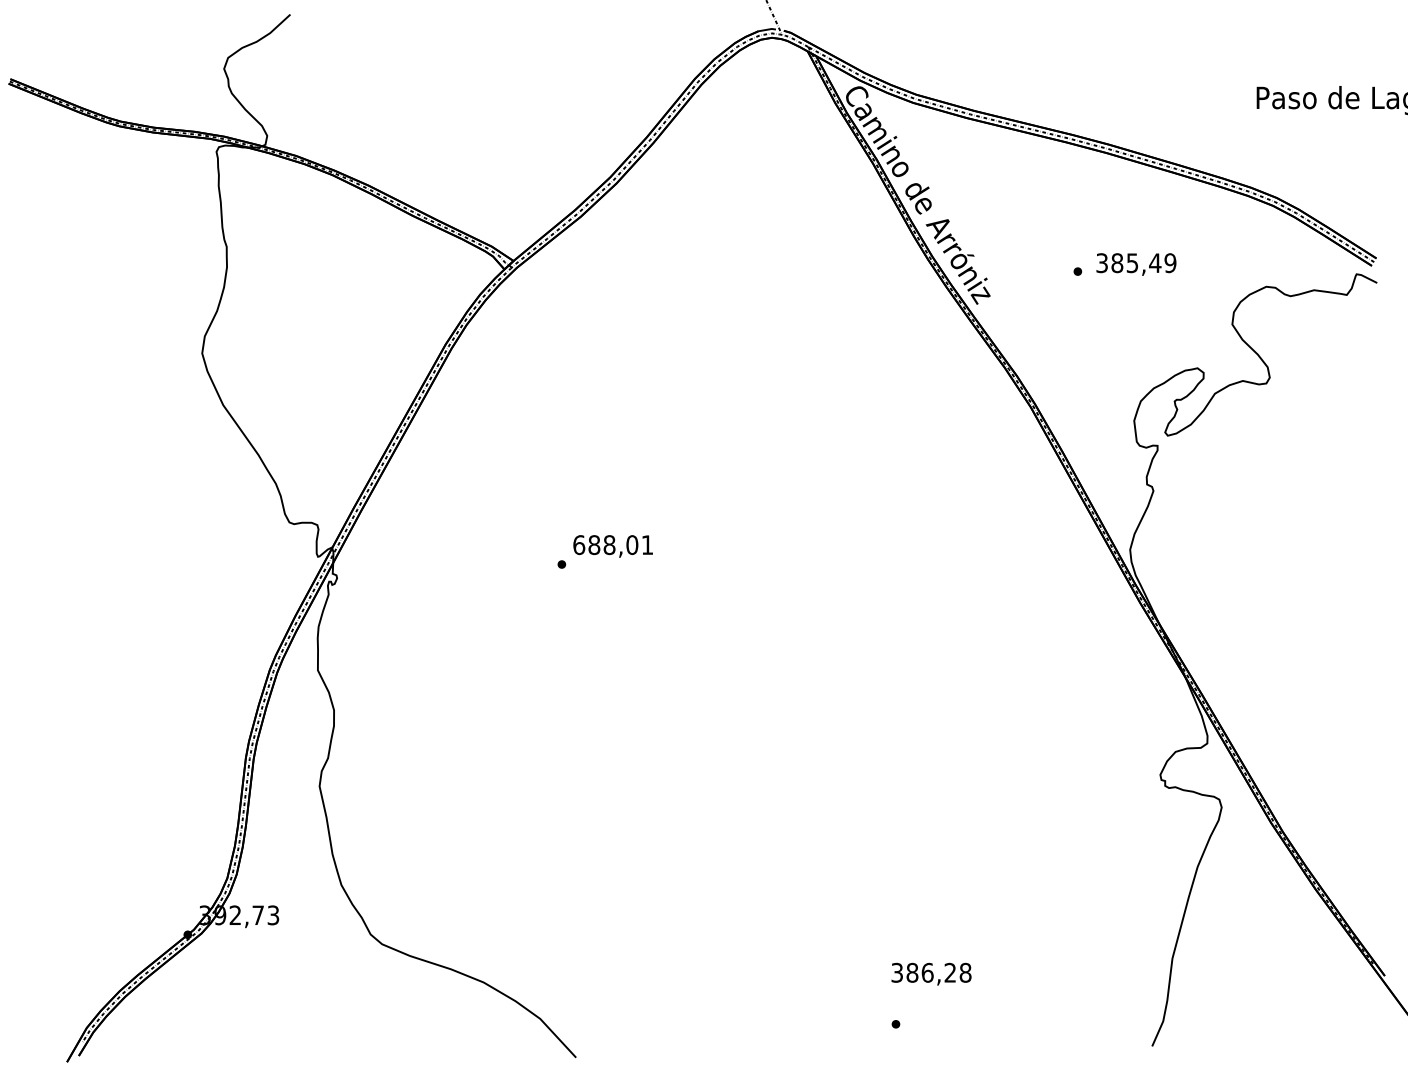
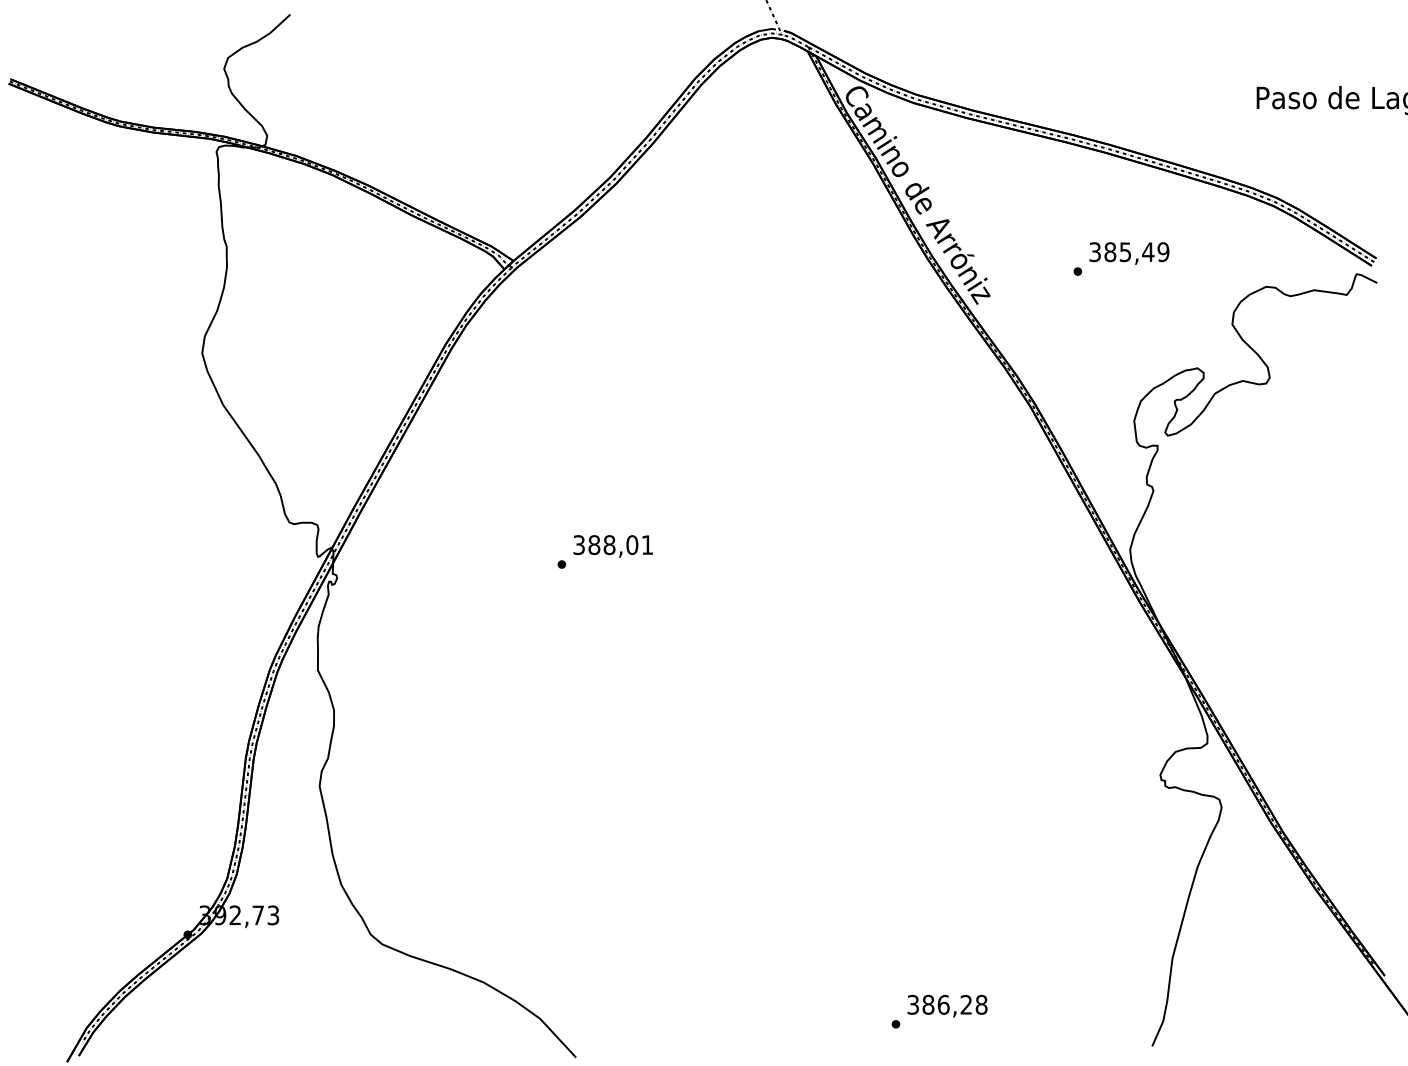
text at (1136, 264) position: (1136, 264) -> (1129, 253)
text at (579, 545): 688,01 -> 388,01
text at (931, 973) position: (931, 973) -> (947, 1005)
